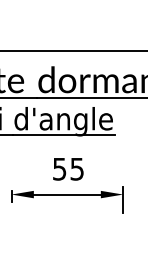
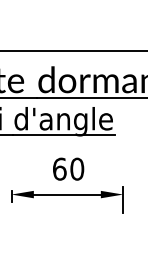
text at (68, 168): 55 -> 60
